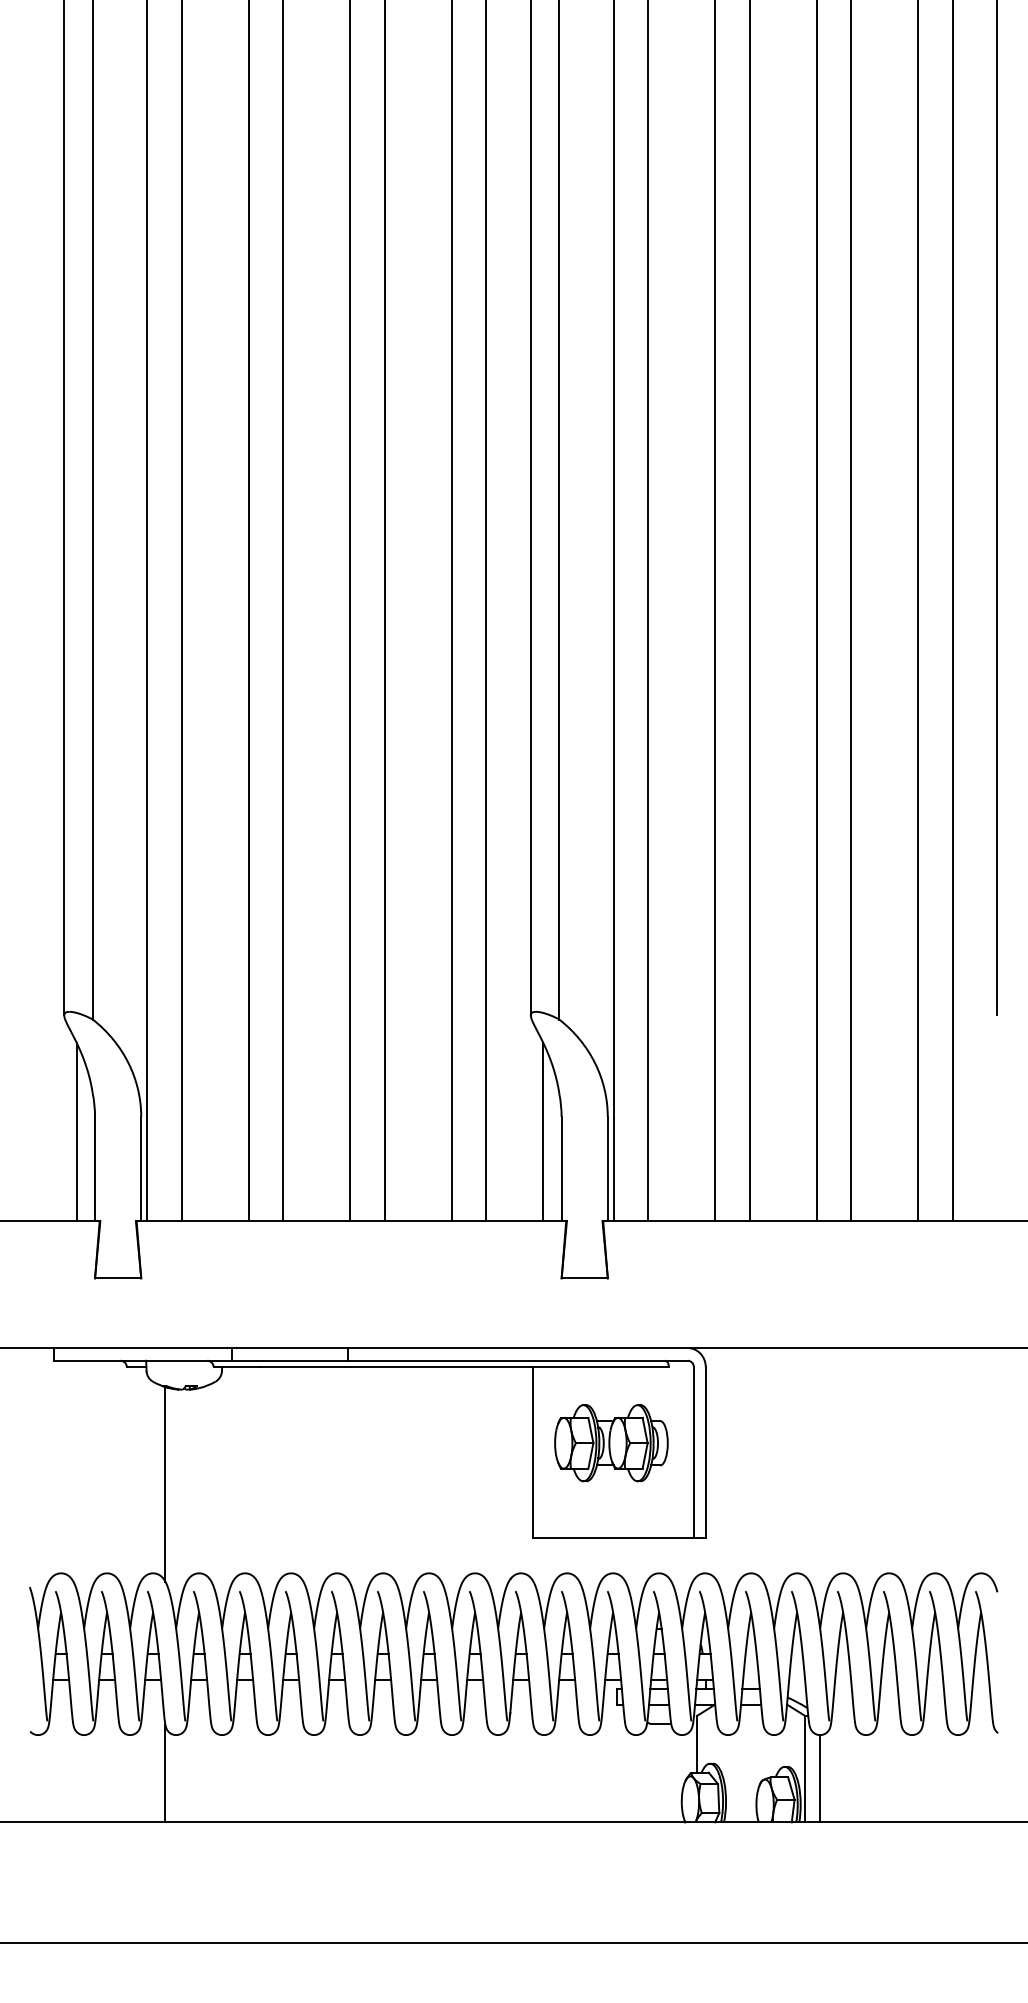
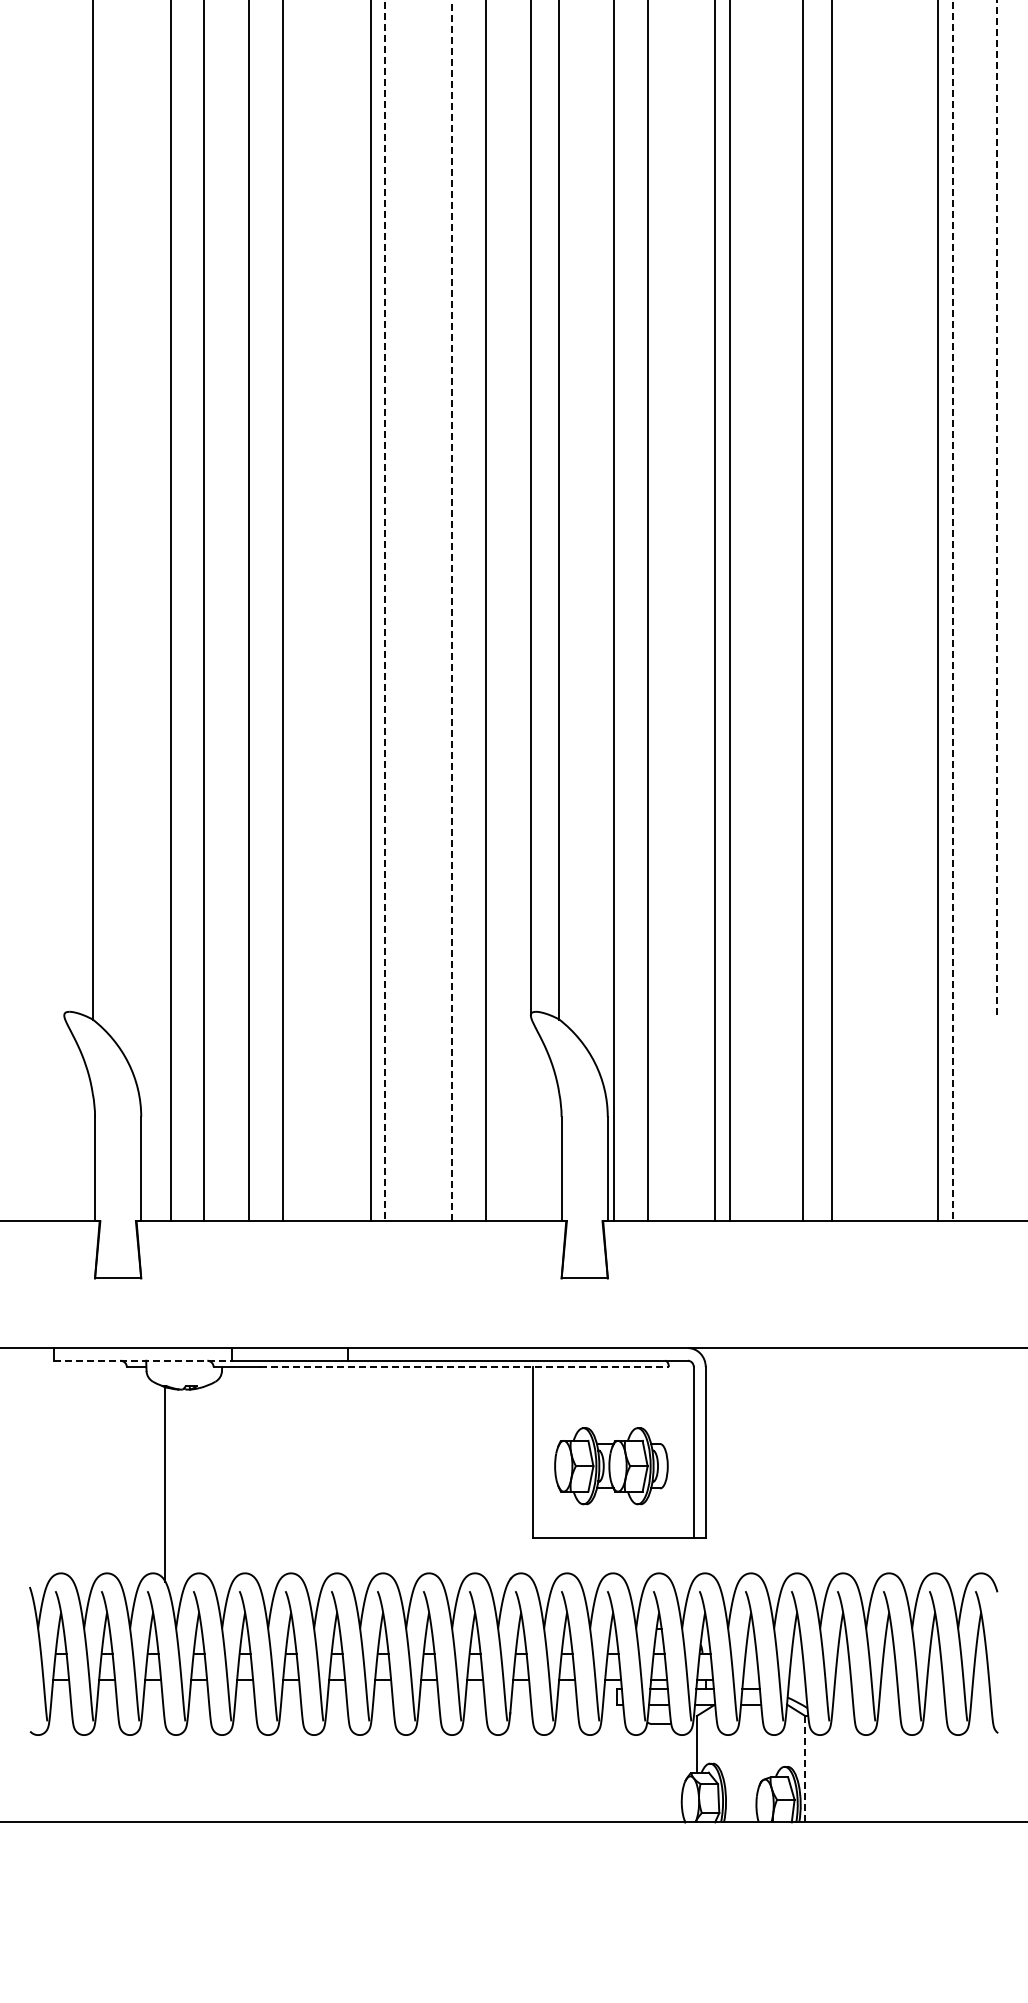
line at (997, 507): solid -> dashed
line at (64, 508): present -> none
line at (451, 610): solid -> dashed
line at (147, 611) position: (147, 611) -> (171, 611)
line at (181, 611) position: (181, 611) -> (203, 611)
line at (350, 611) position: (350, 611) -> (371, 611)
line at (384, 611): solid -> dashed
line at (749, 611) position: (749, 611) -> (729, 611)
line at (816, 611) position: (816, 611) -> (802, 611)
line at (851, 611) position: (851, 611) -> (832, 611)
line at (918, 611) position: (918, 611) -> (938, 611)
line at (952, 611): solid -> dashed
line at (76, 1131): present -> none
line at (543, 1131): present -> none
line at (143, 1360): solid -> dashed
line at (465, 1367): solid -> dashed
part at (611, 1443) position: (611, 1443) -> (611, 1466)
line at (805, 1769): solid -> dashed
line at (165, 1773): present -> none
line at (820, 1778): present -> none
line at (513, 1942): present -> none
